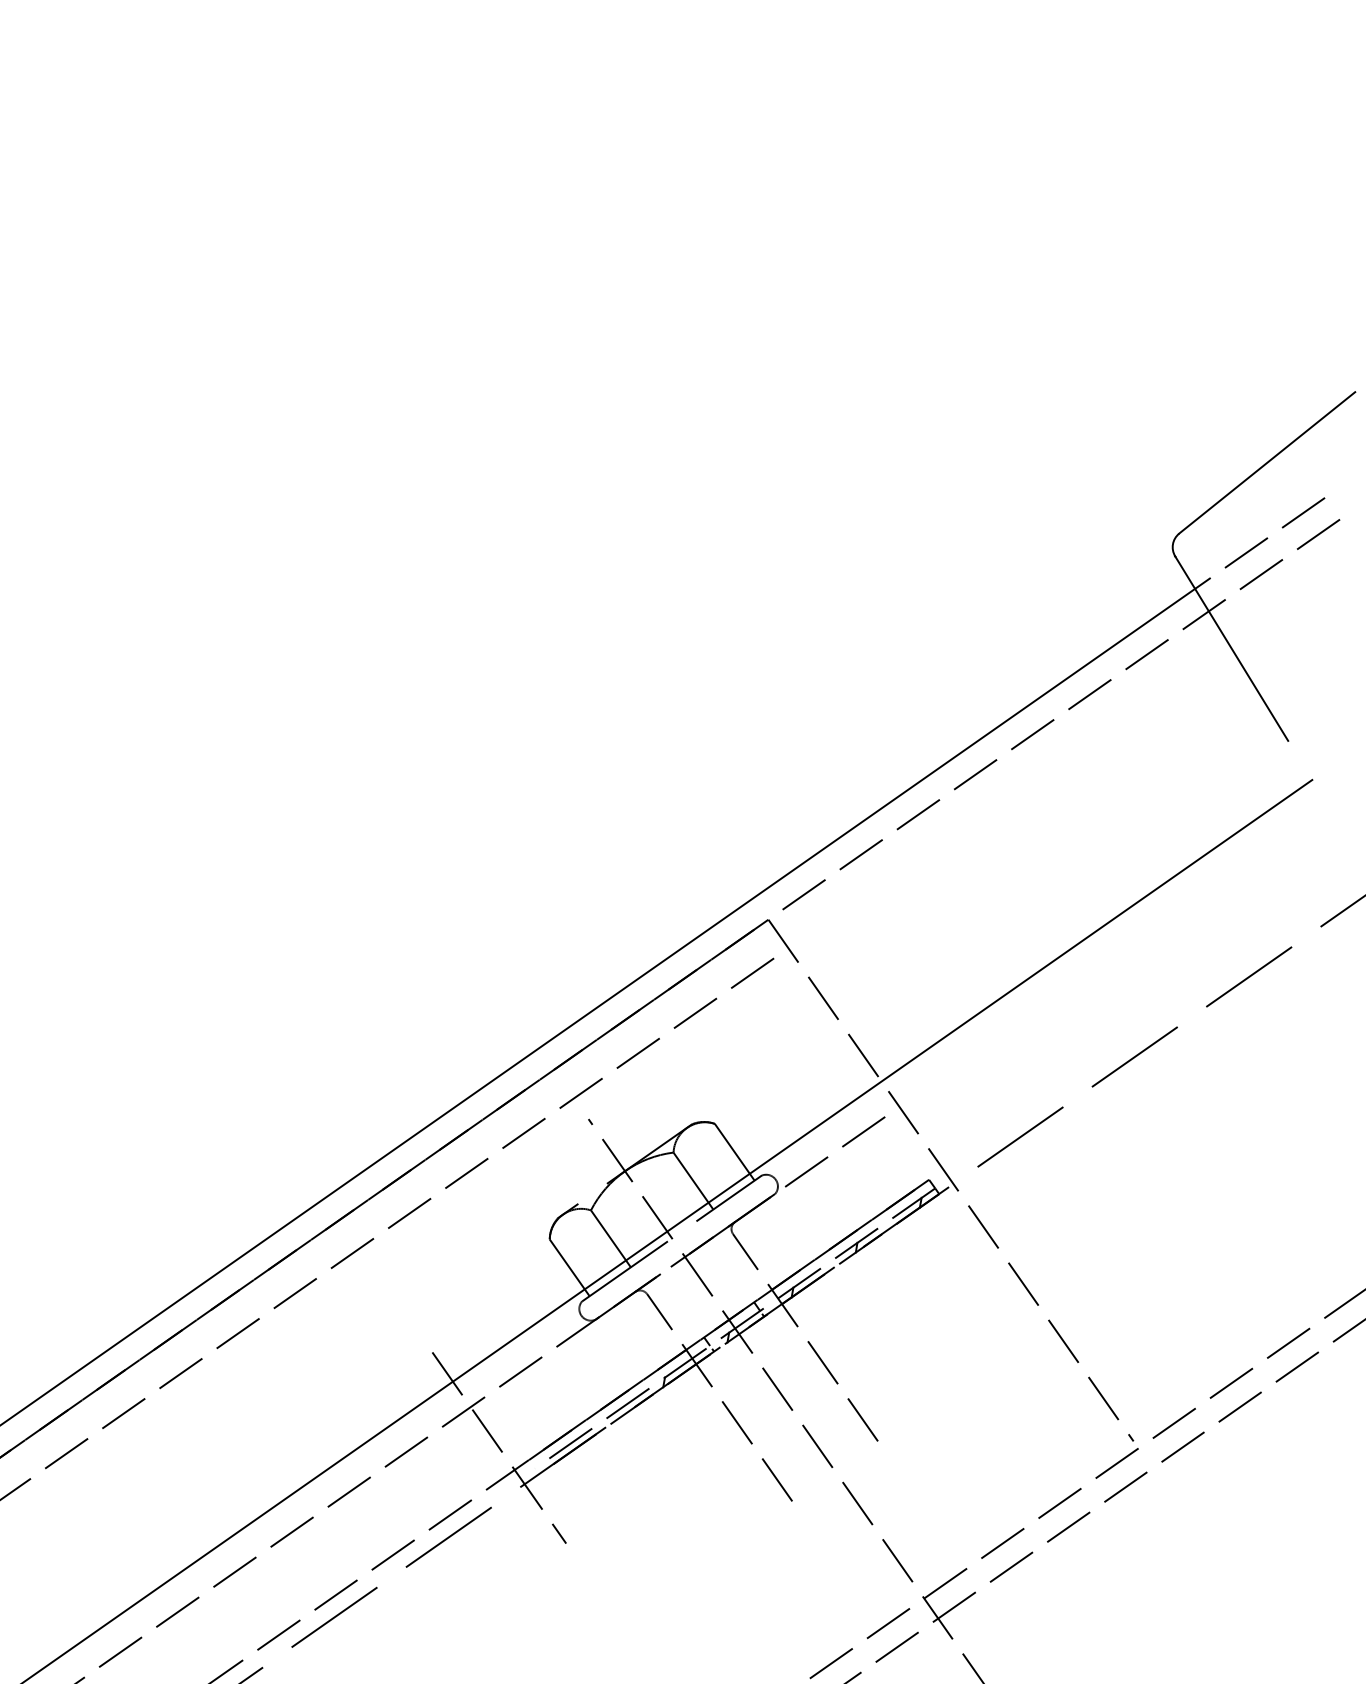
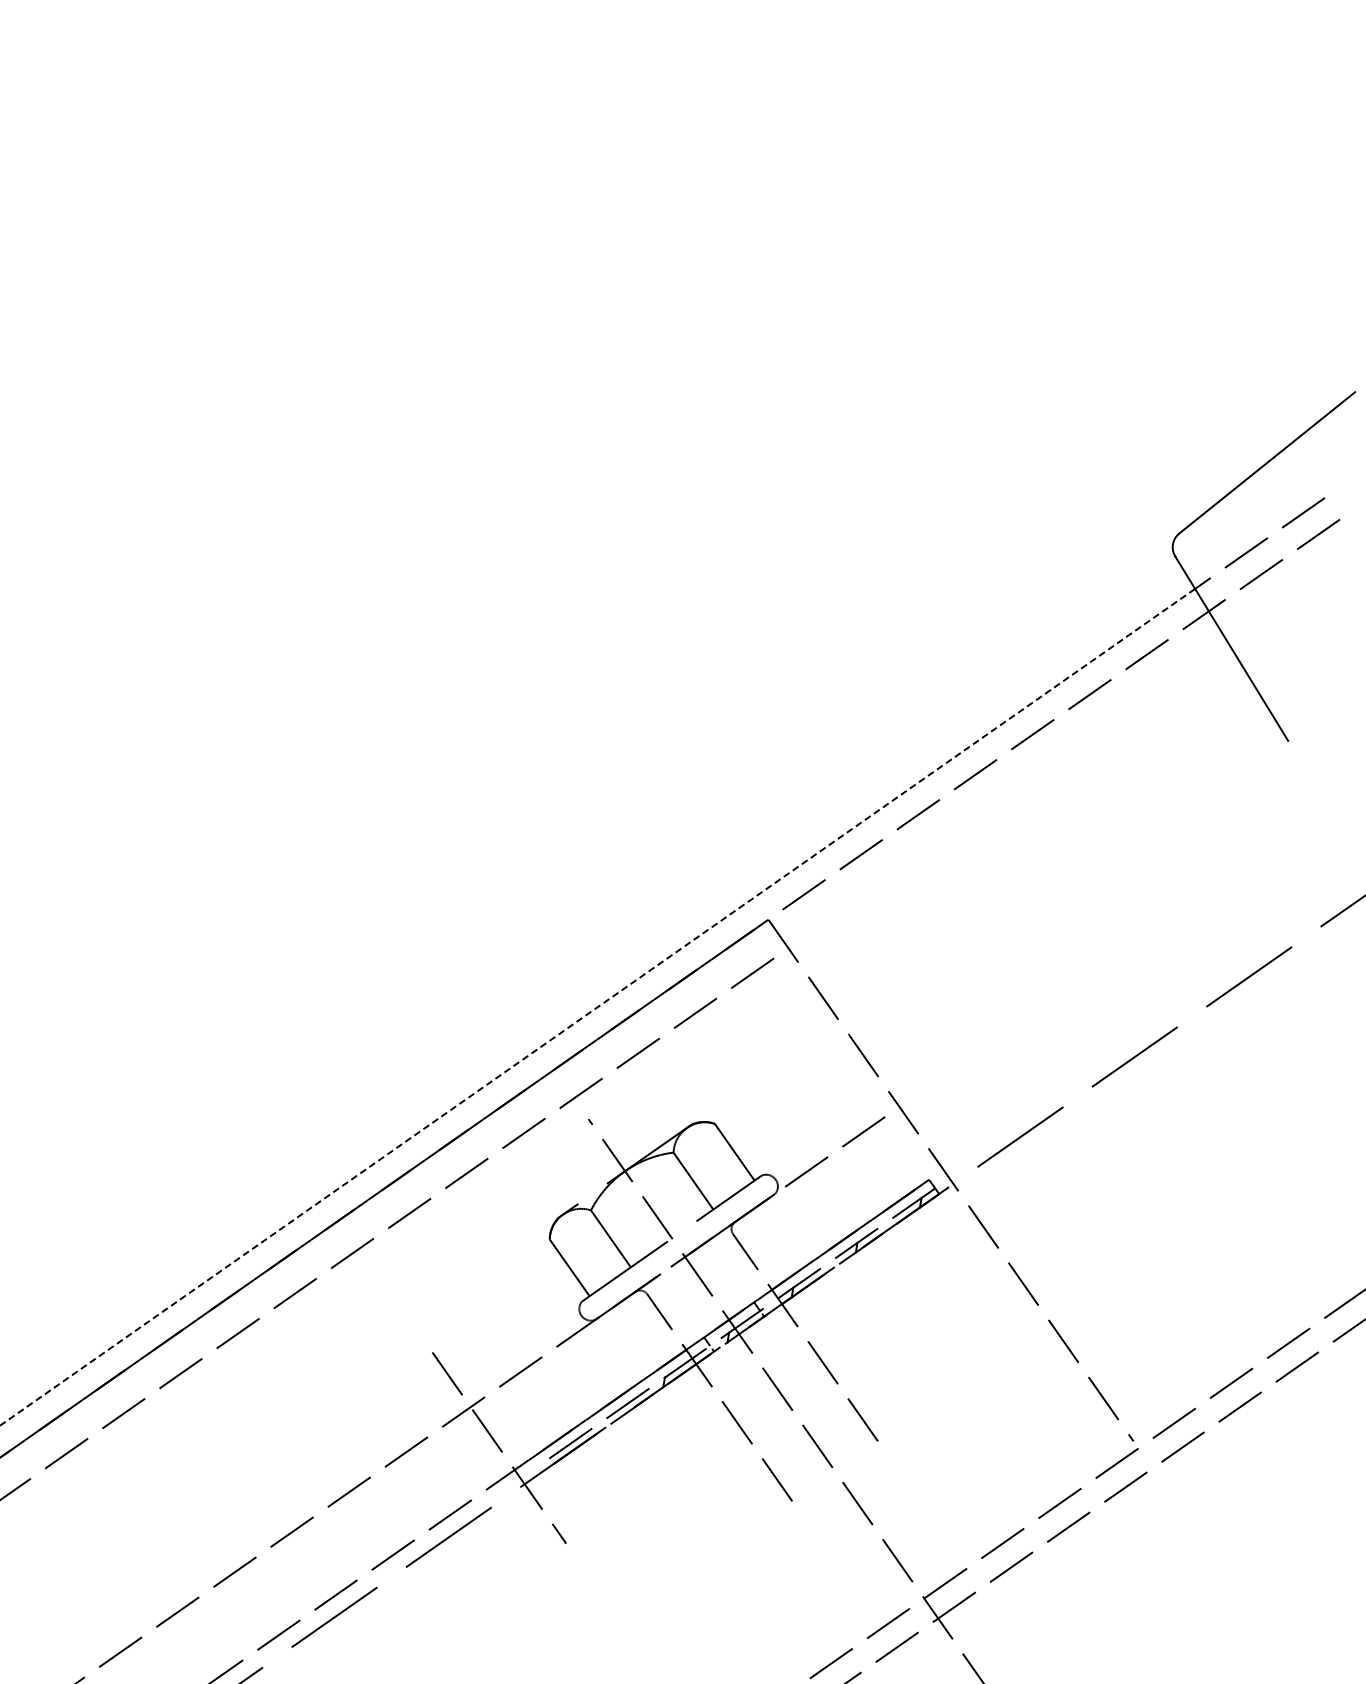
line at (597, 1007): solid -> dashed
line at (669, 1229): present -> none
